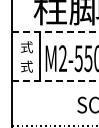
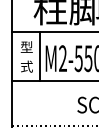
line at (55, 31): dashed -> solid
text at (26, 47): 式 -> 型
line at (55, 80): dashed -> solid
